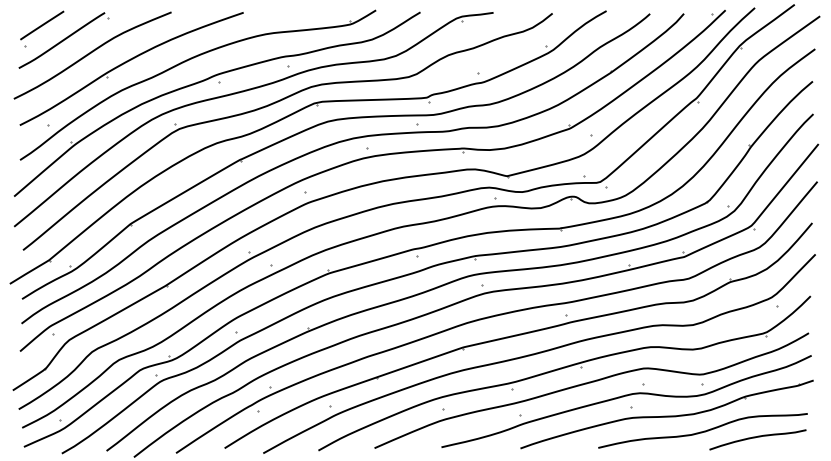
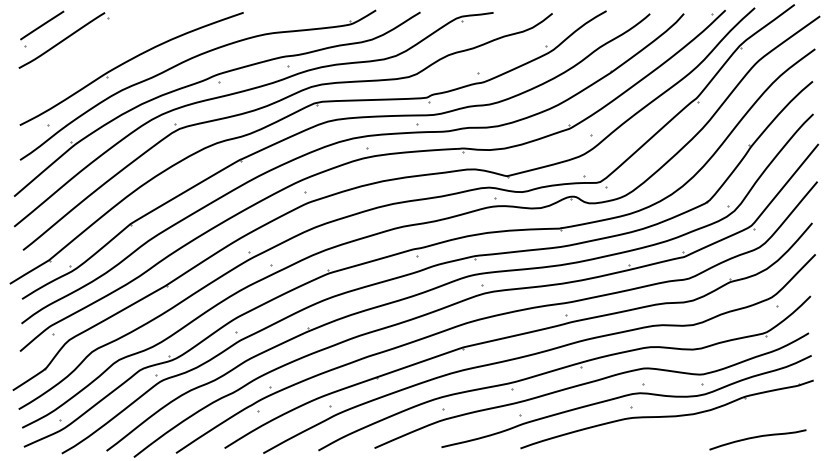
curve at (91, 53): present -> none
curve at (702, 431): present -> none
